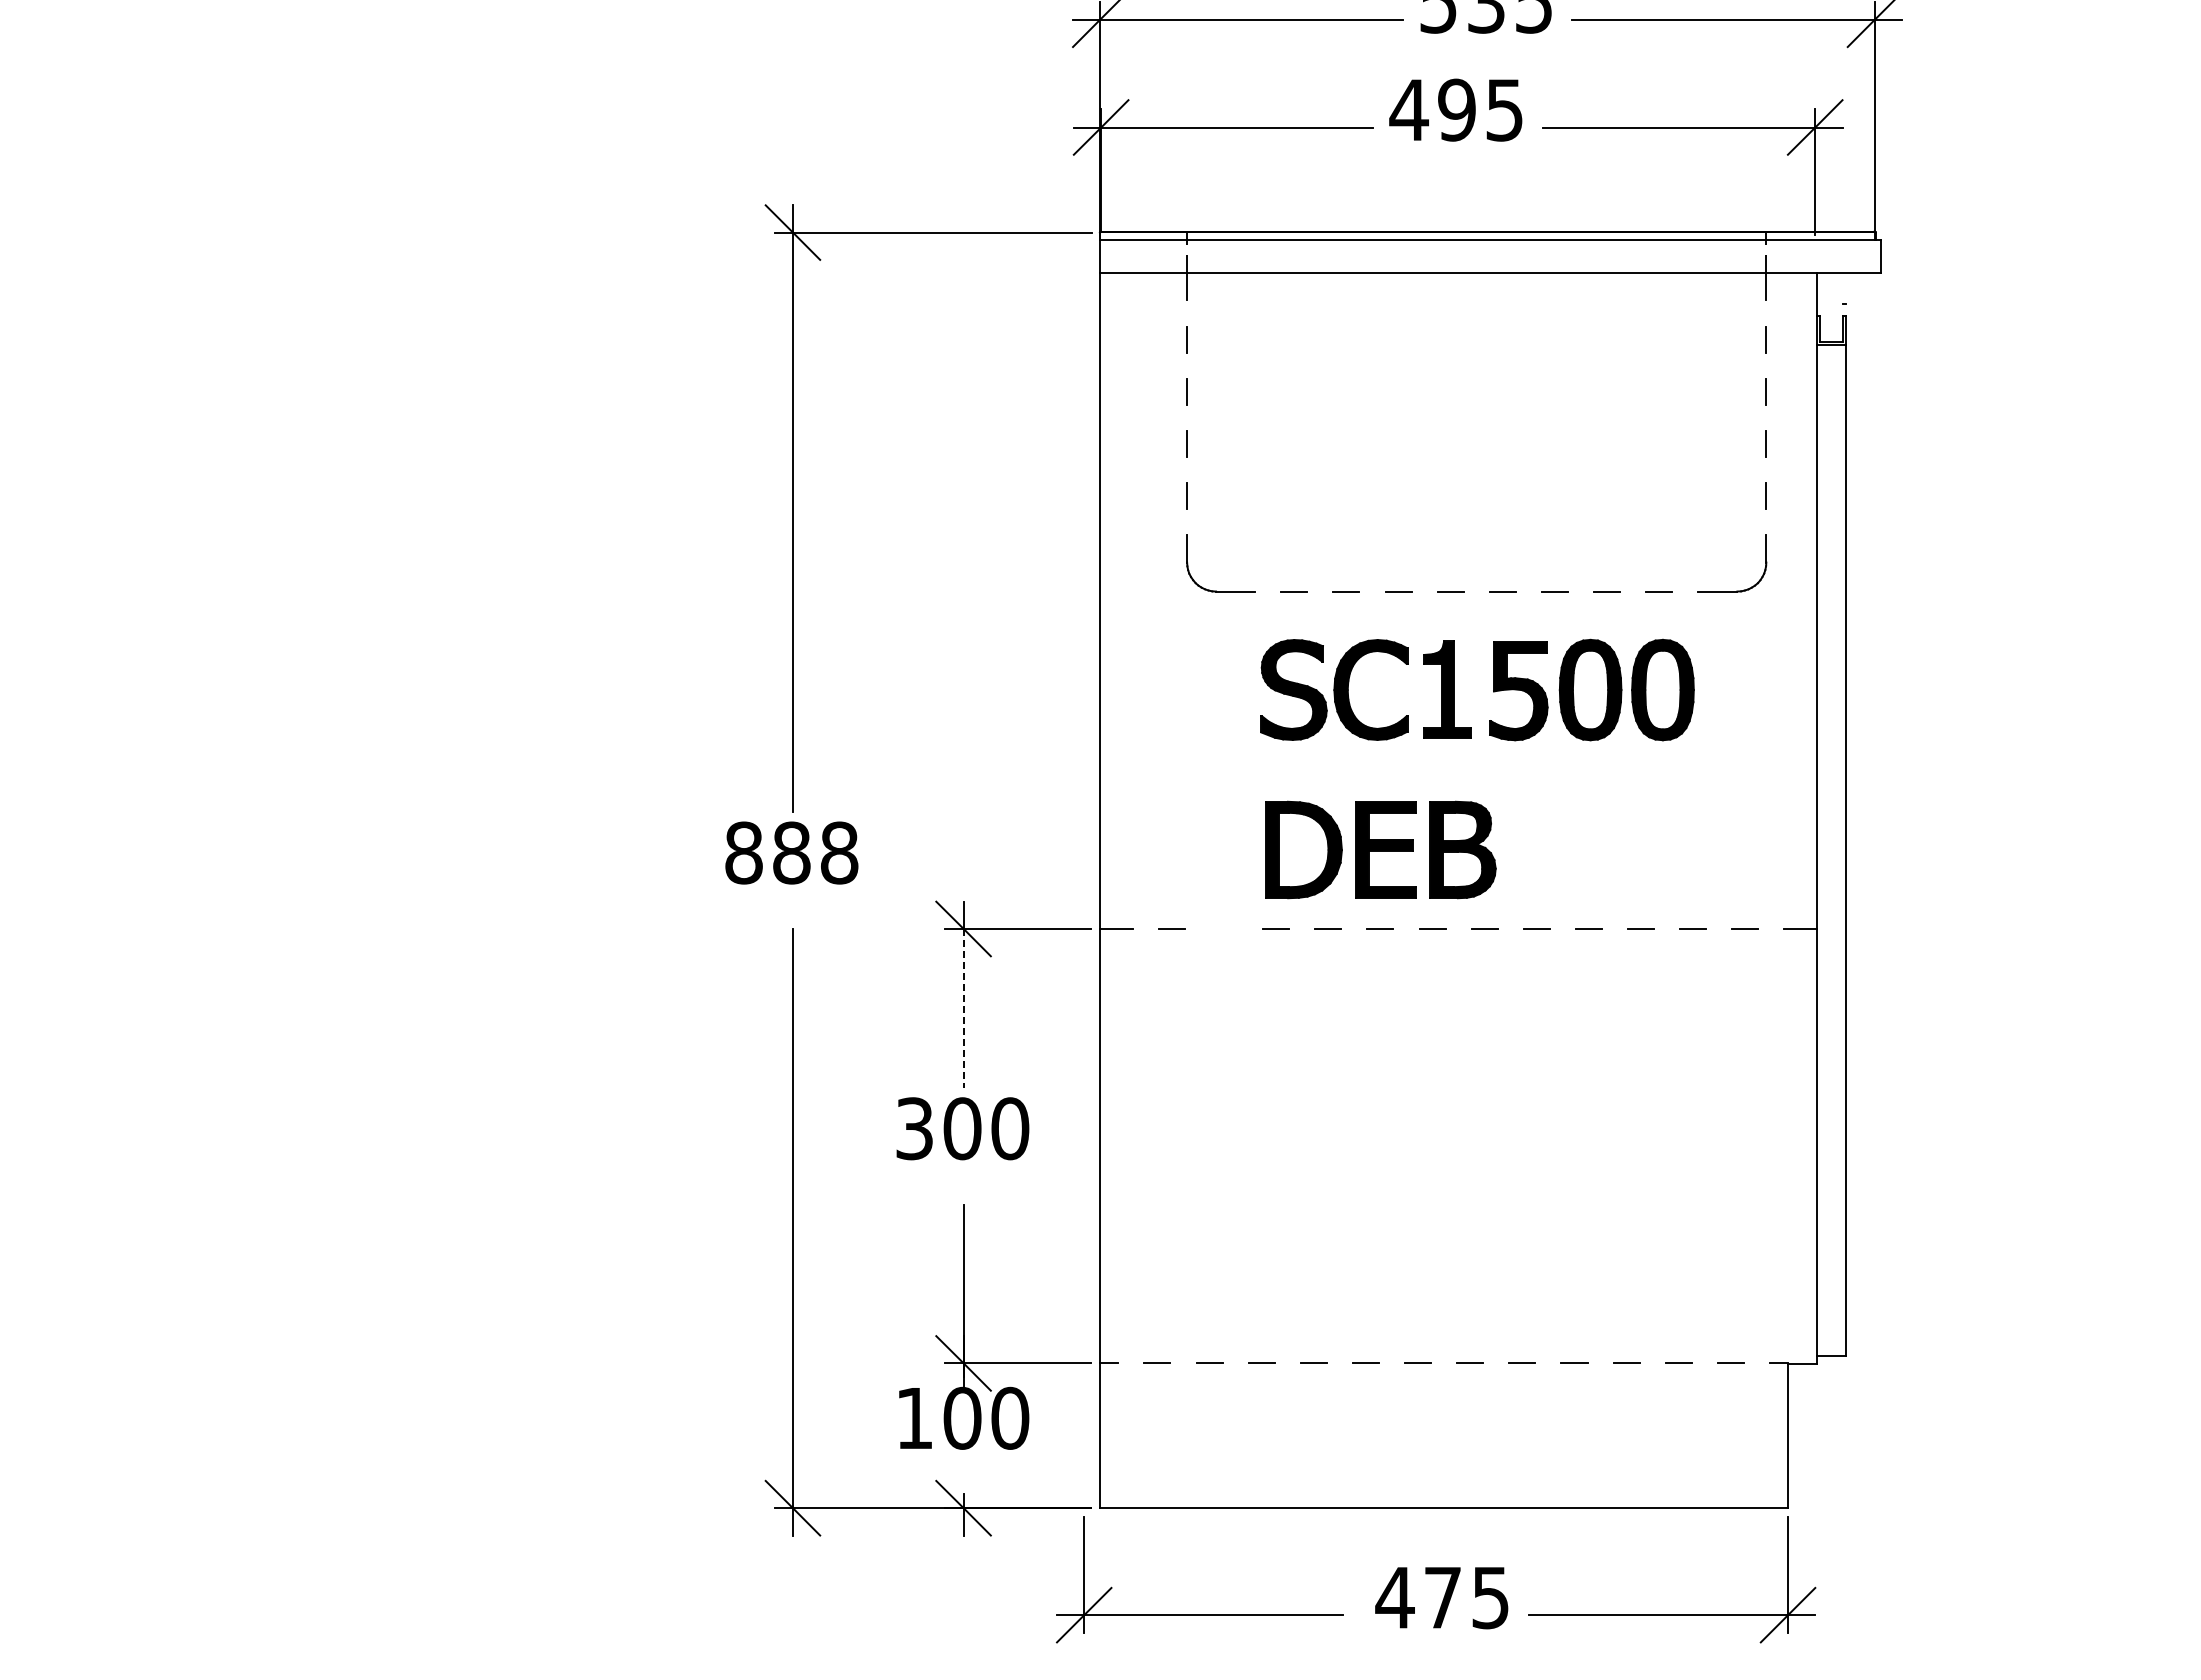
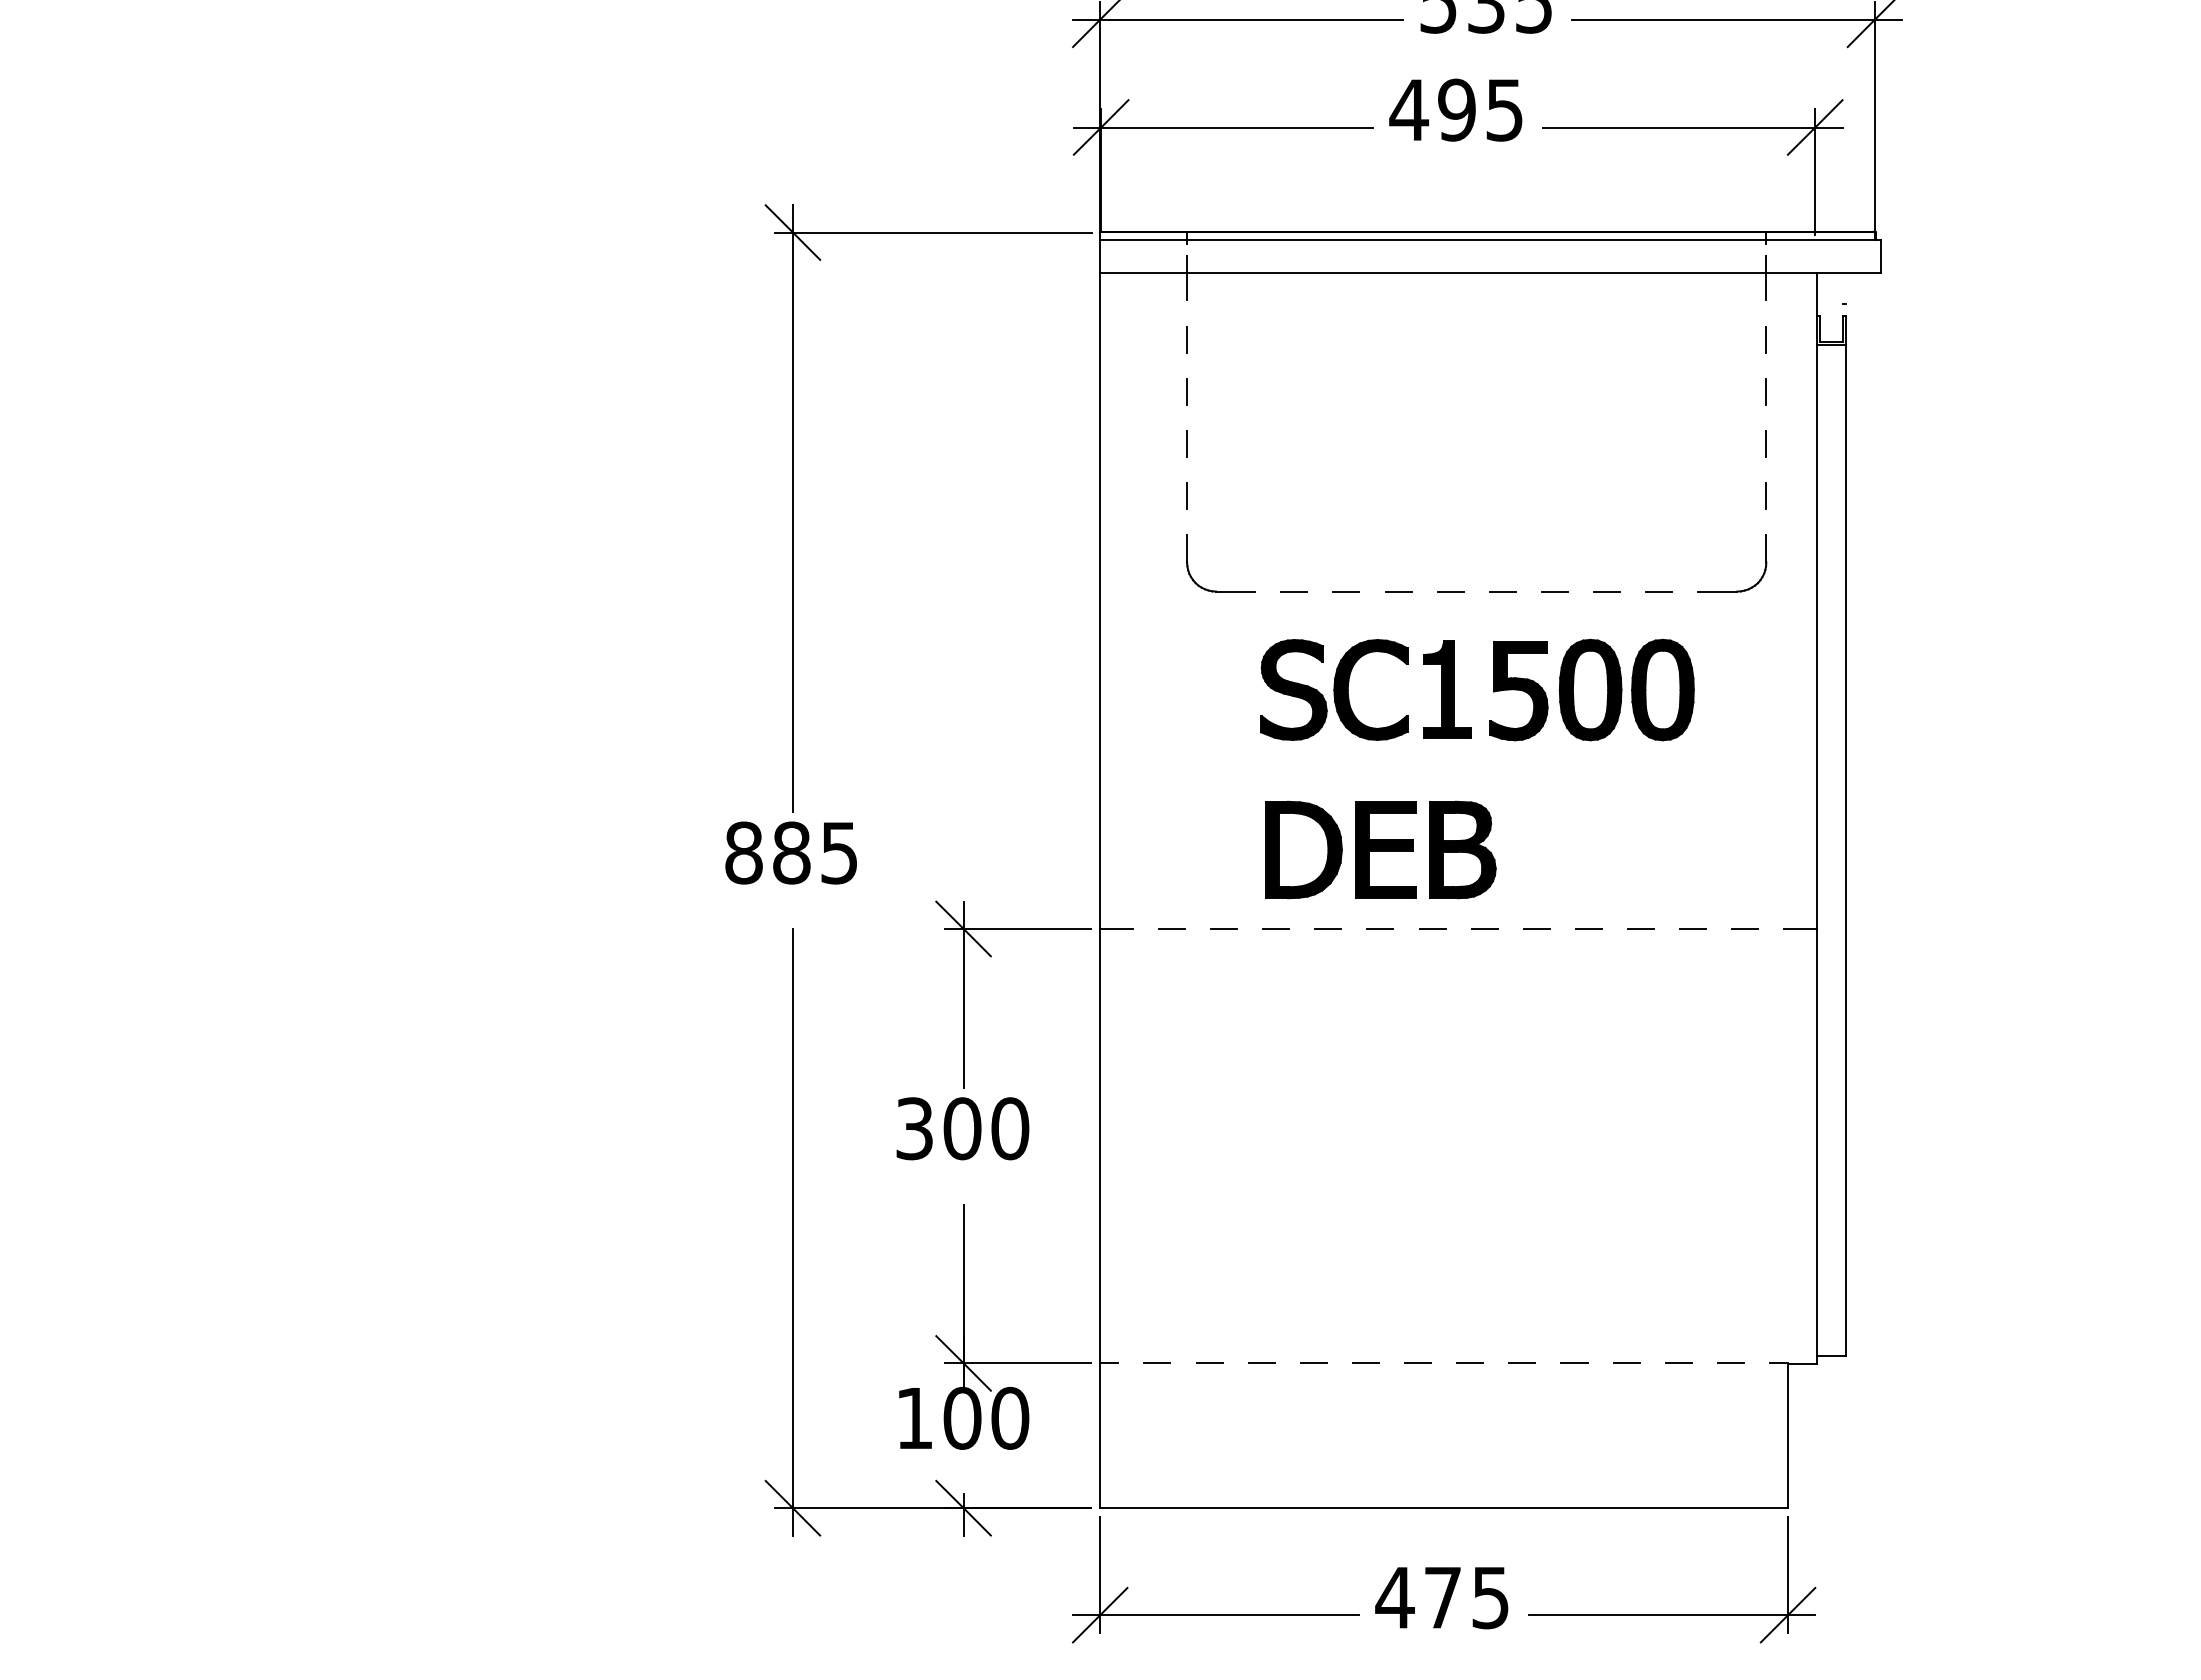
text at (839, 852): 888 -> 885
line at (1224, 928): none -> present
line at (963, 1008): dashed -> solid
part at (1199, 1614) position: (1199, 1614) -> (1215, 1614)
